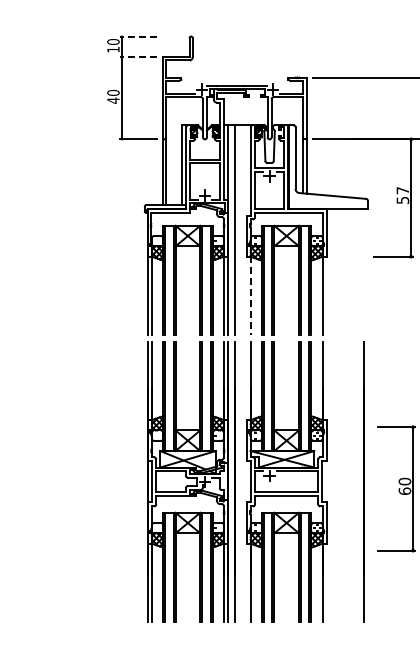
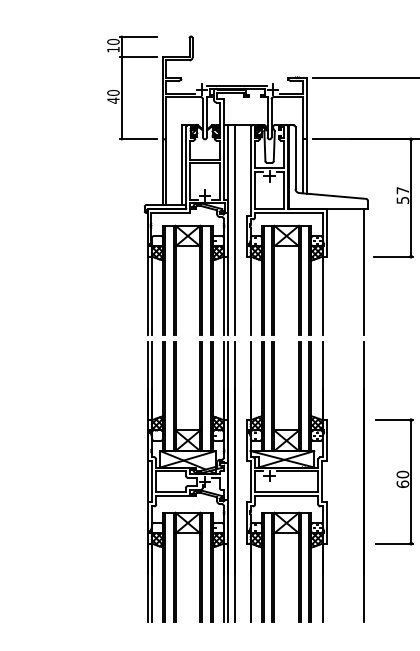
line at (138, 36): dashed -> solid
line at (138, 57): dashed -> solid
line at (363, 272): none -> present
line at (250, 295): dashed -> solid
part at (396, 488) position: (396, 488) -> (394, 481)
